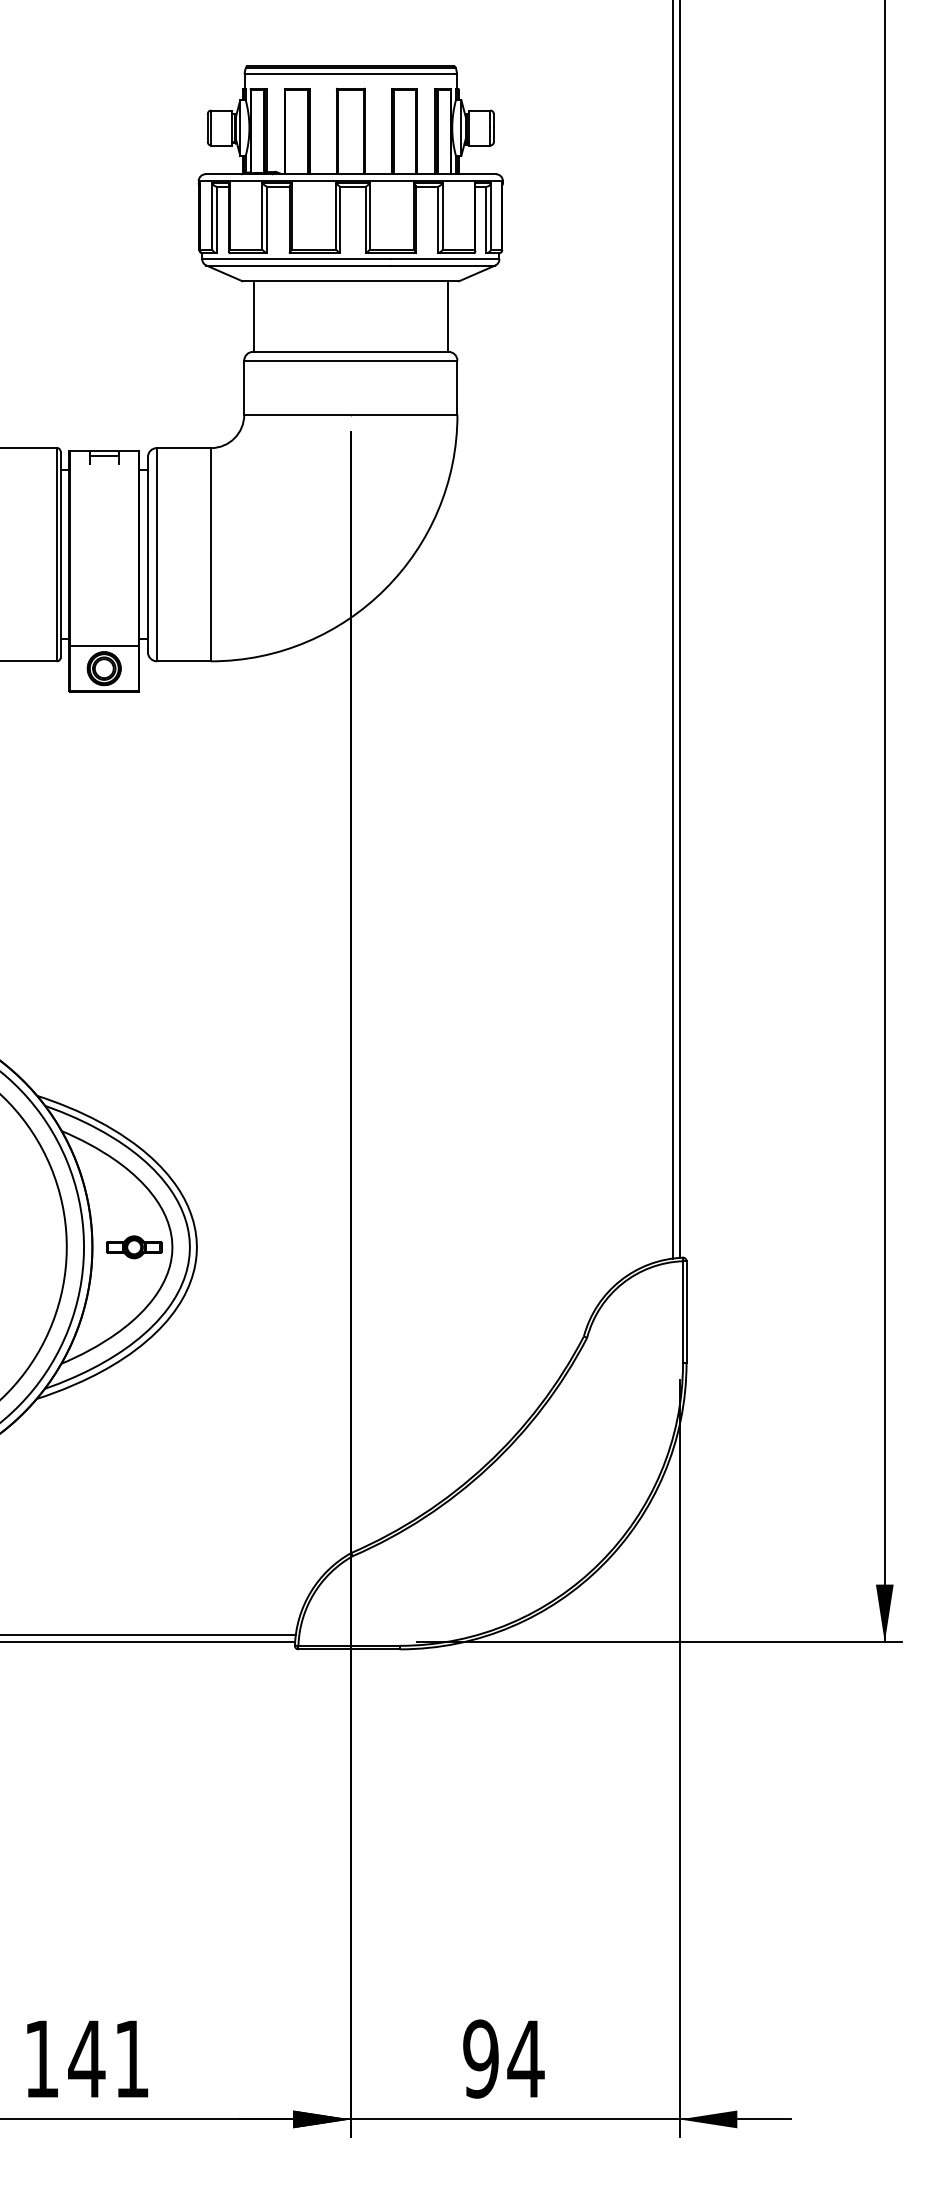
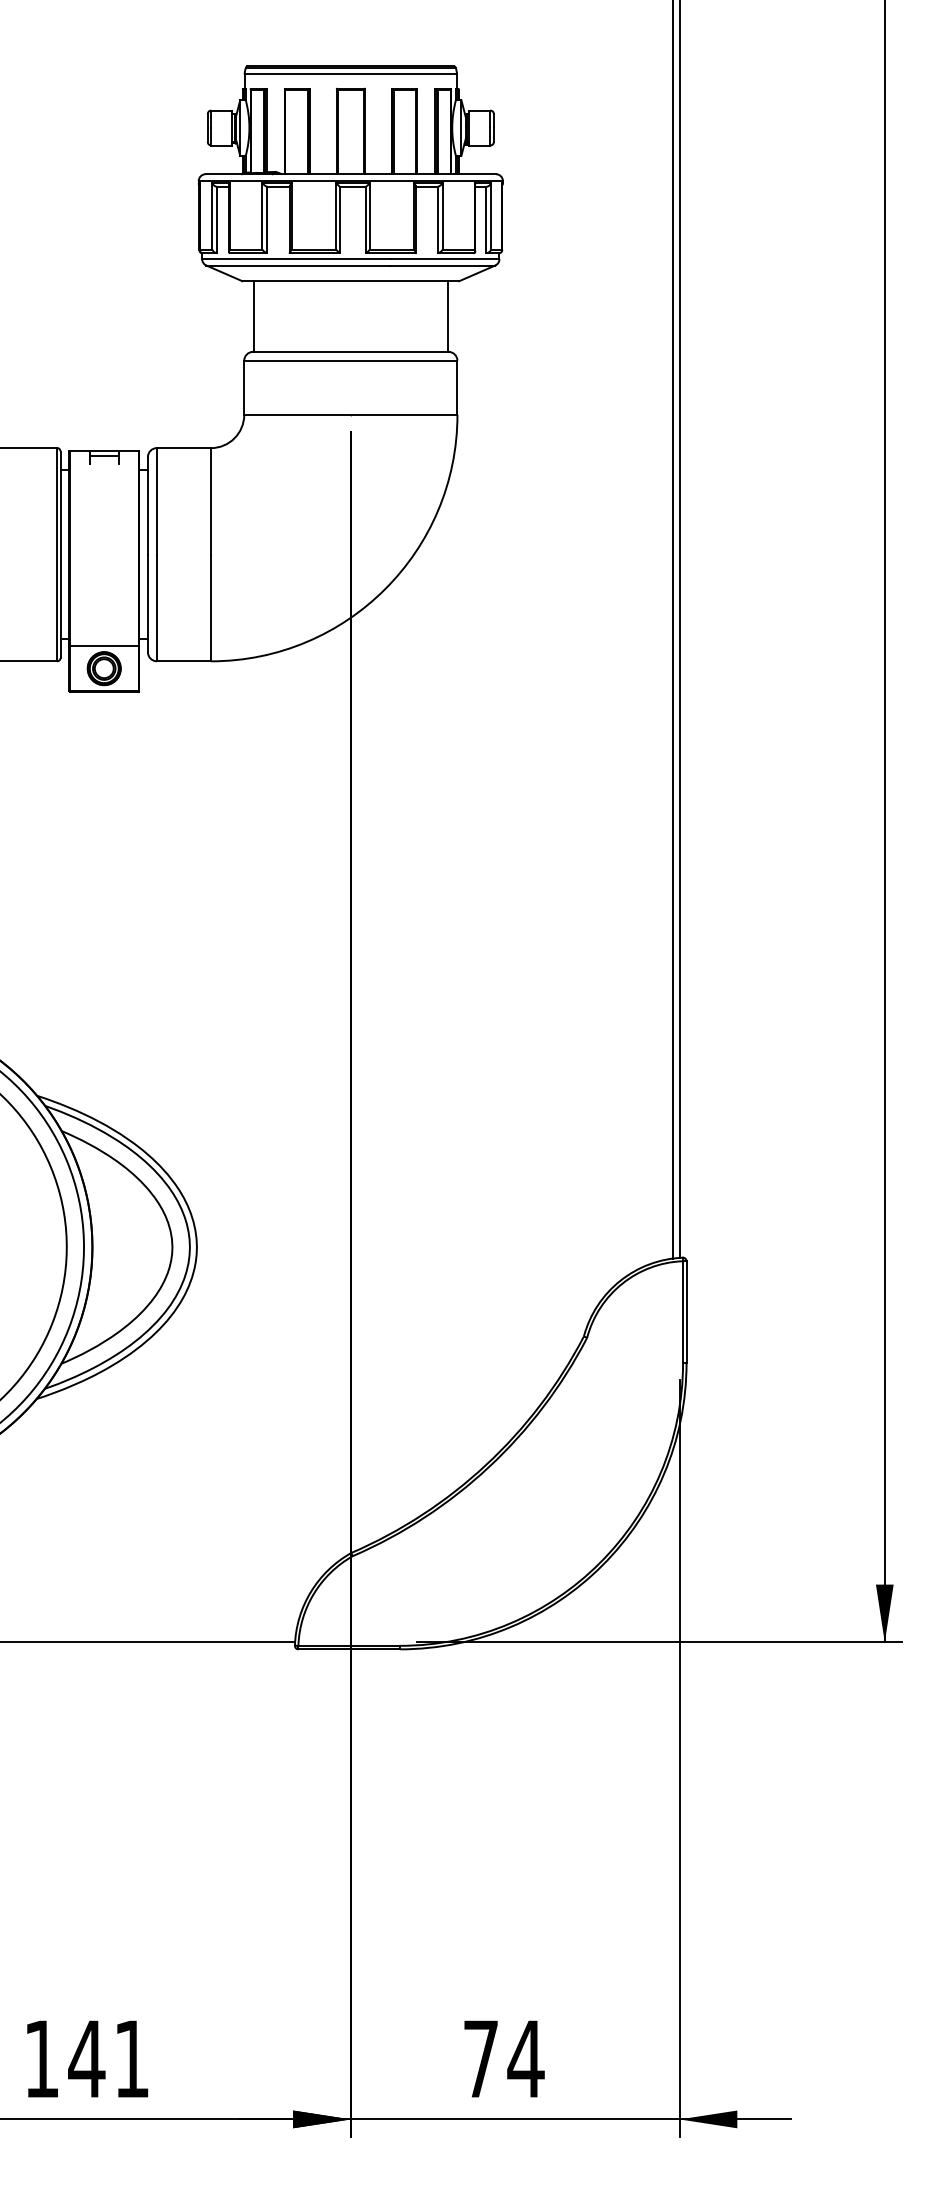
part at (133, 1247): present -> none
line at (148, 1635): present -> none
text at (480, 2058): 94 -> 74
